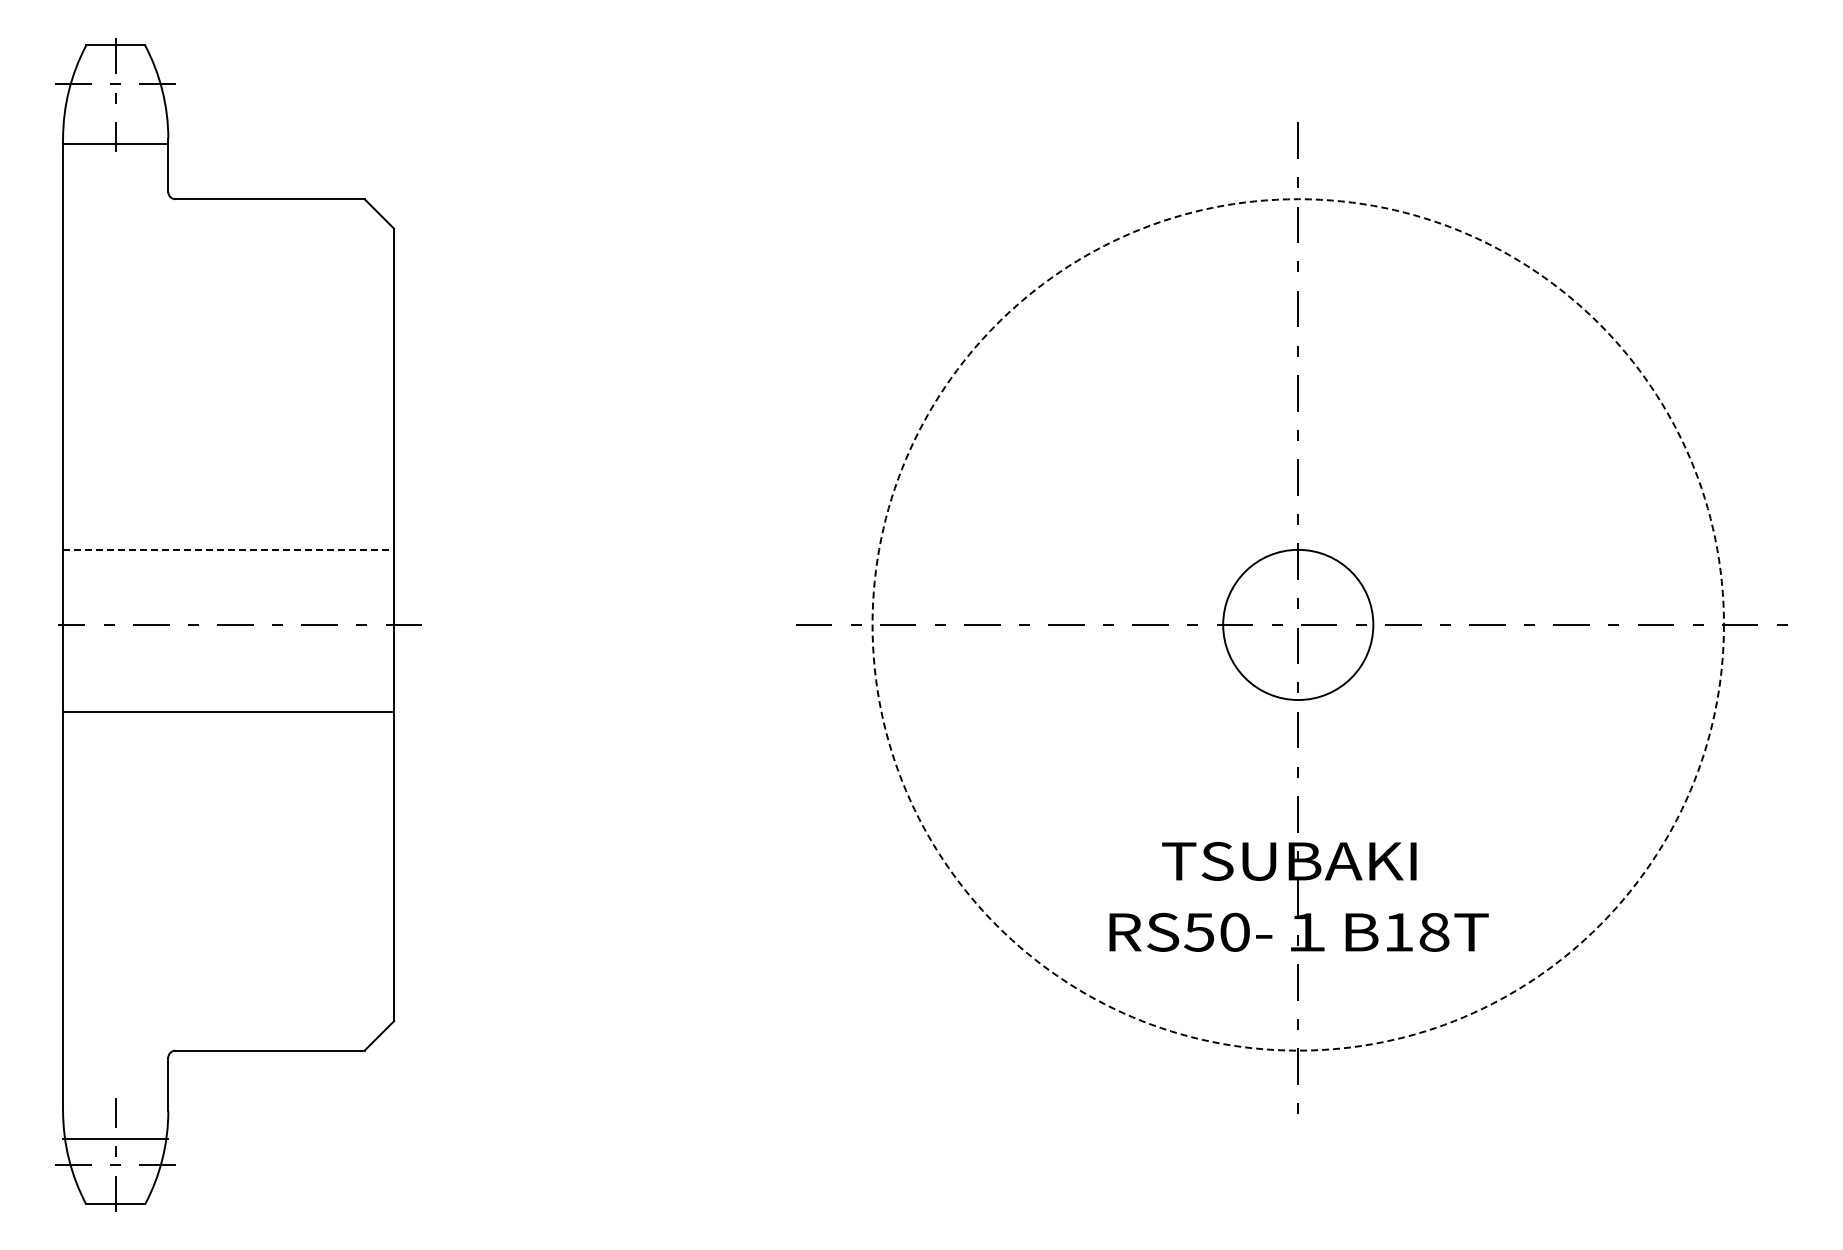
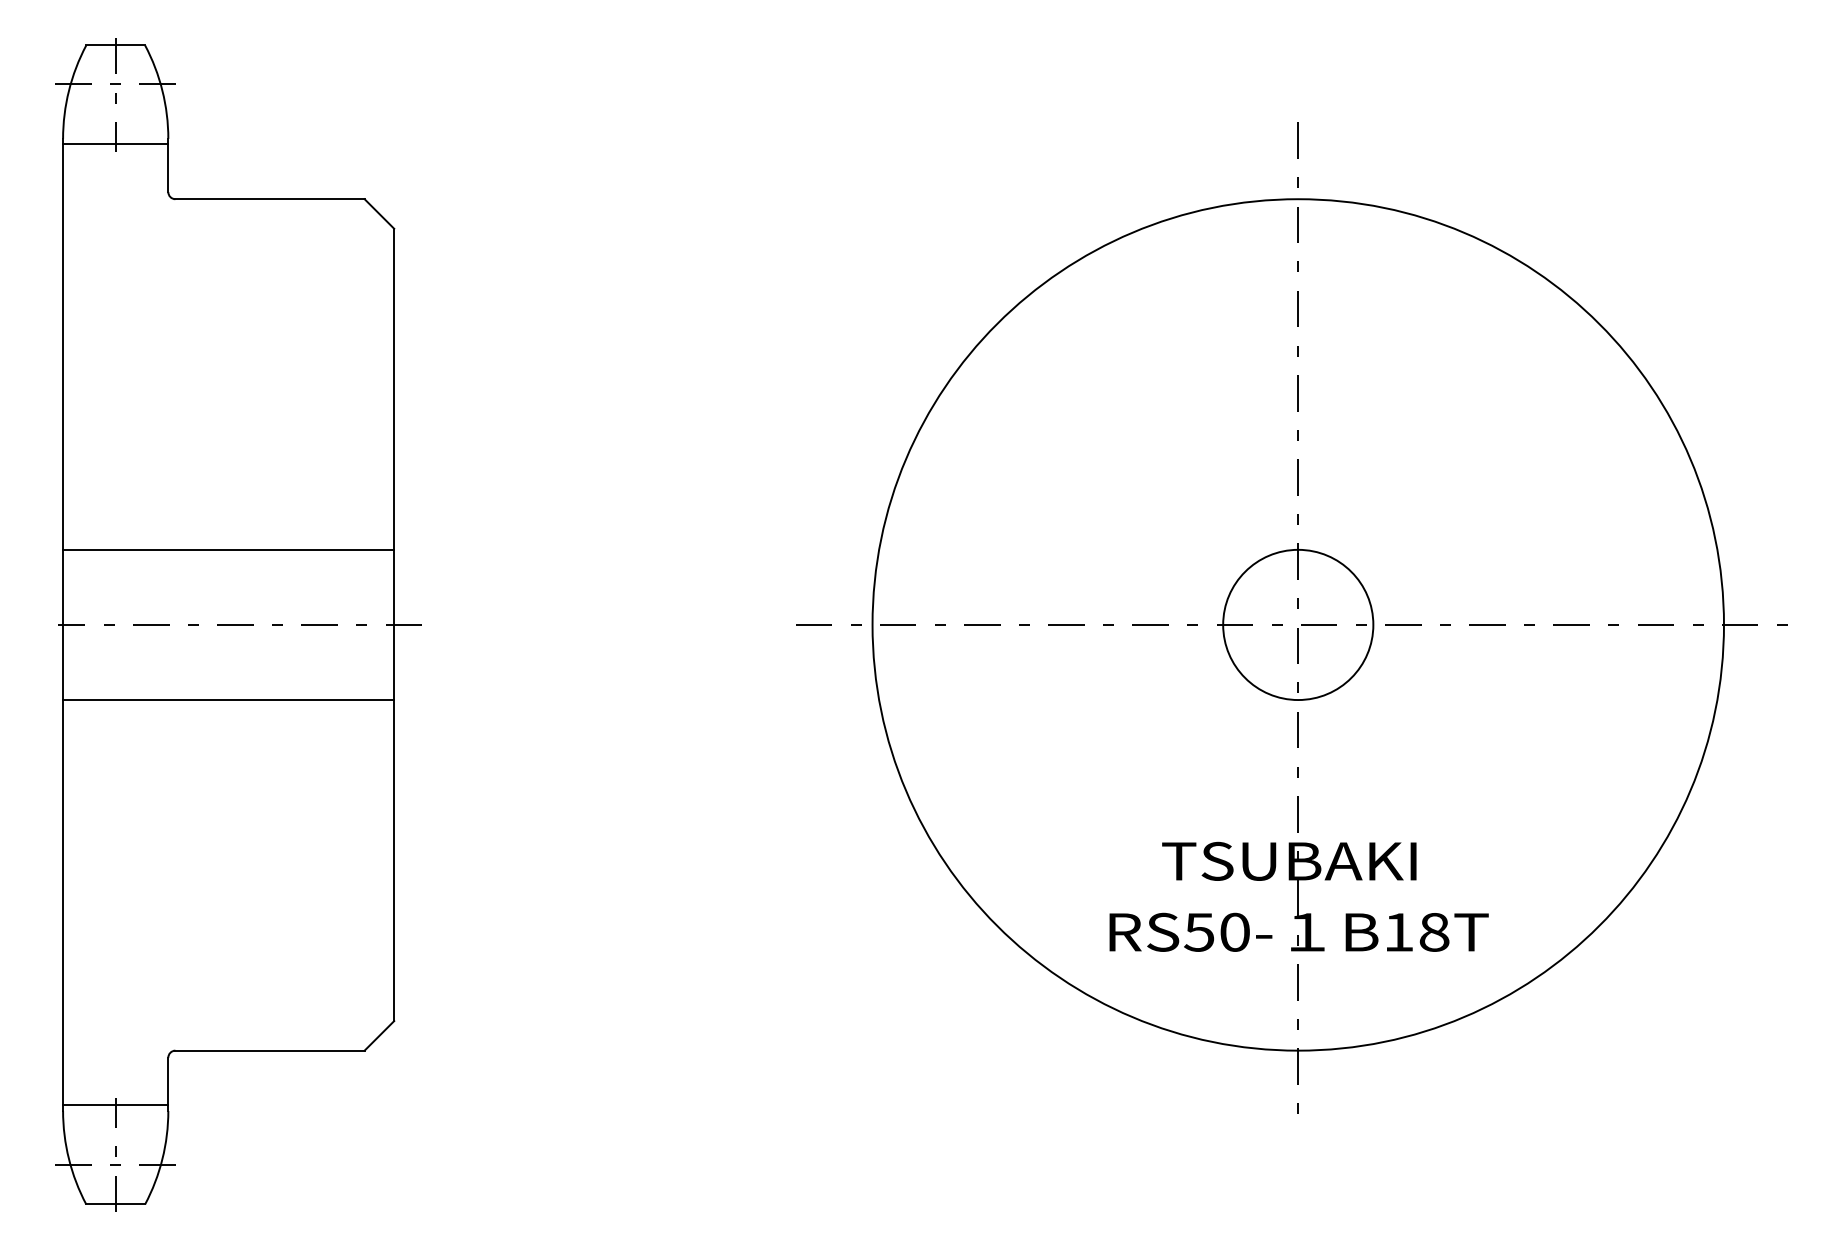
line at (228, 549): dashed -> solid
circle at (1297, 624): dashed -> solid
line at (228, 712) position: (228, 712) -> (228, 700)
line at (115, 1139) position: (115, 1139) -> (115, 1105)
